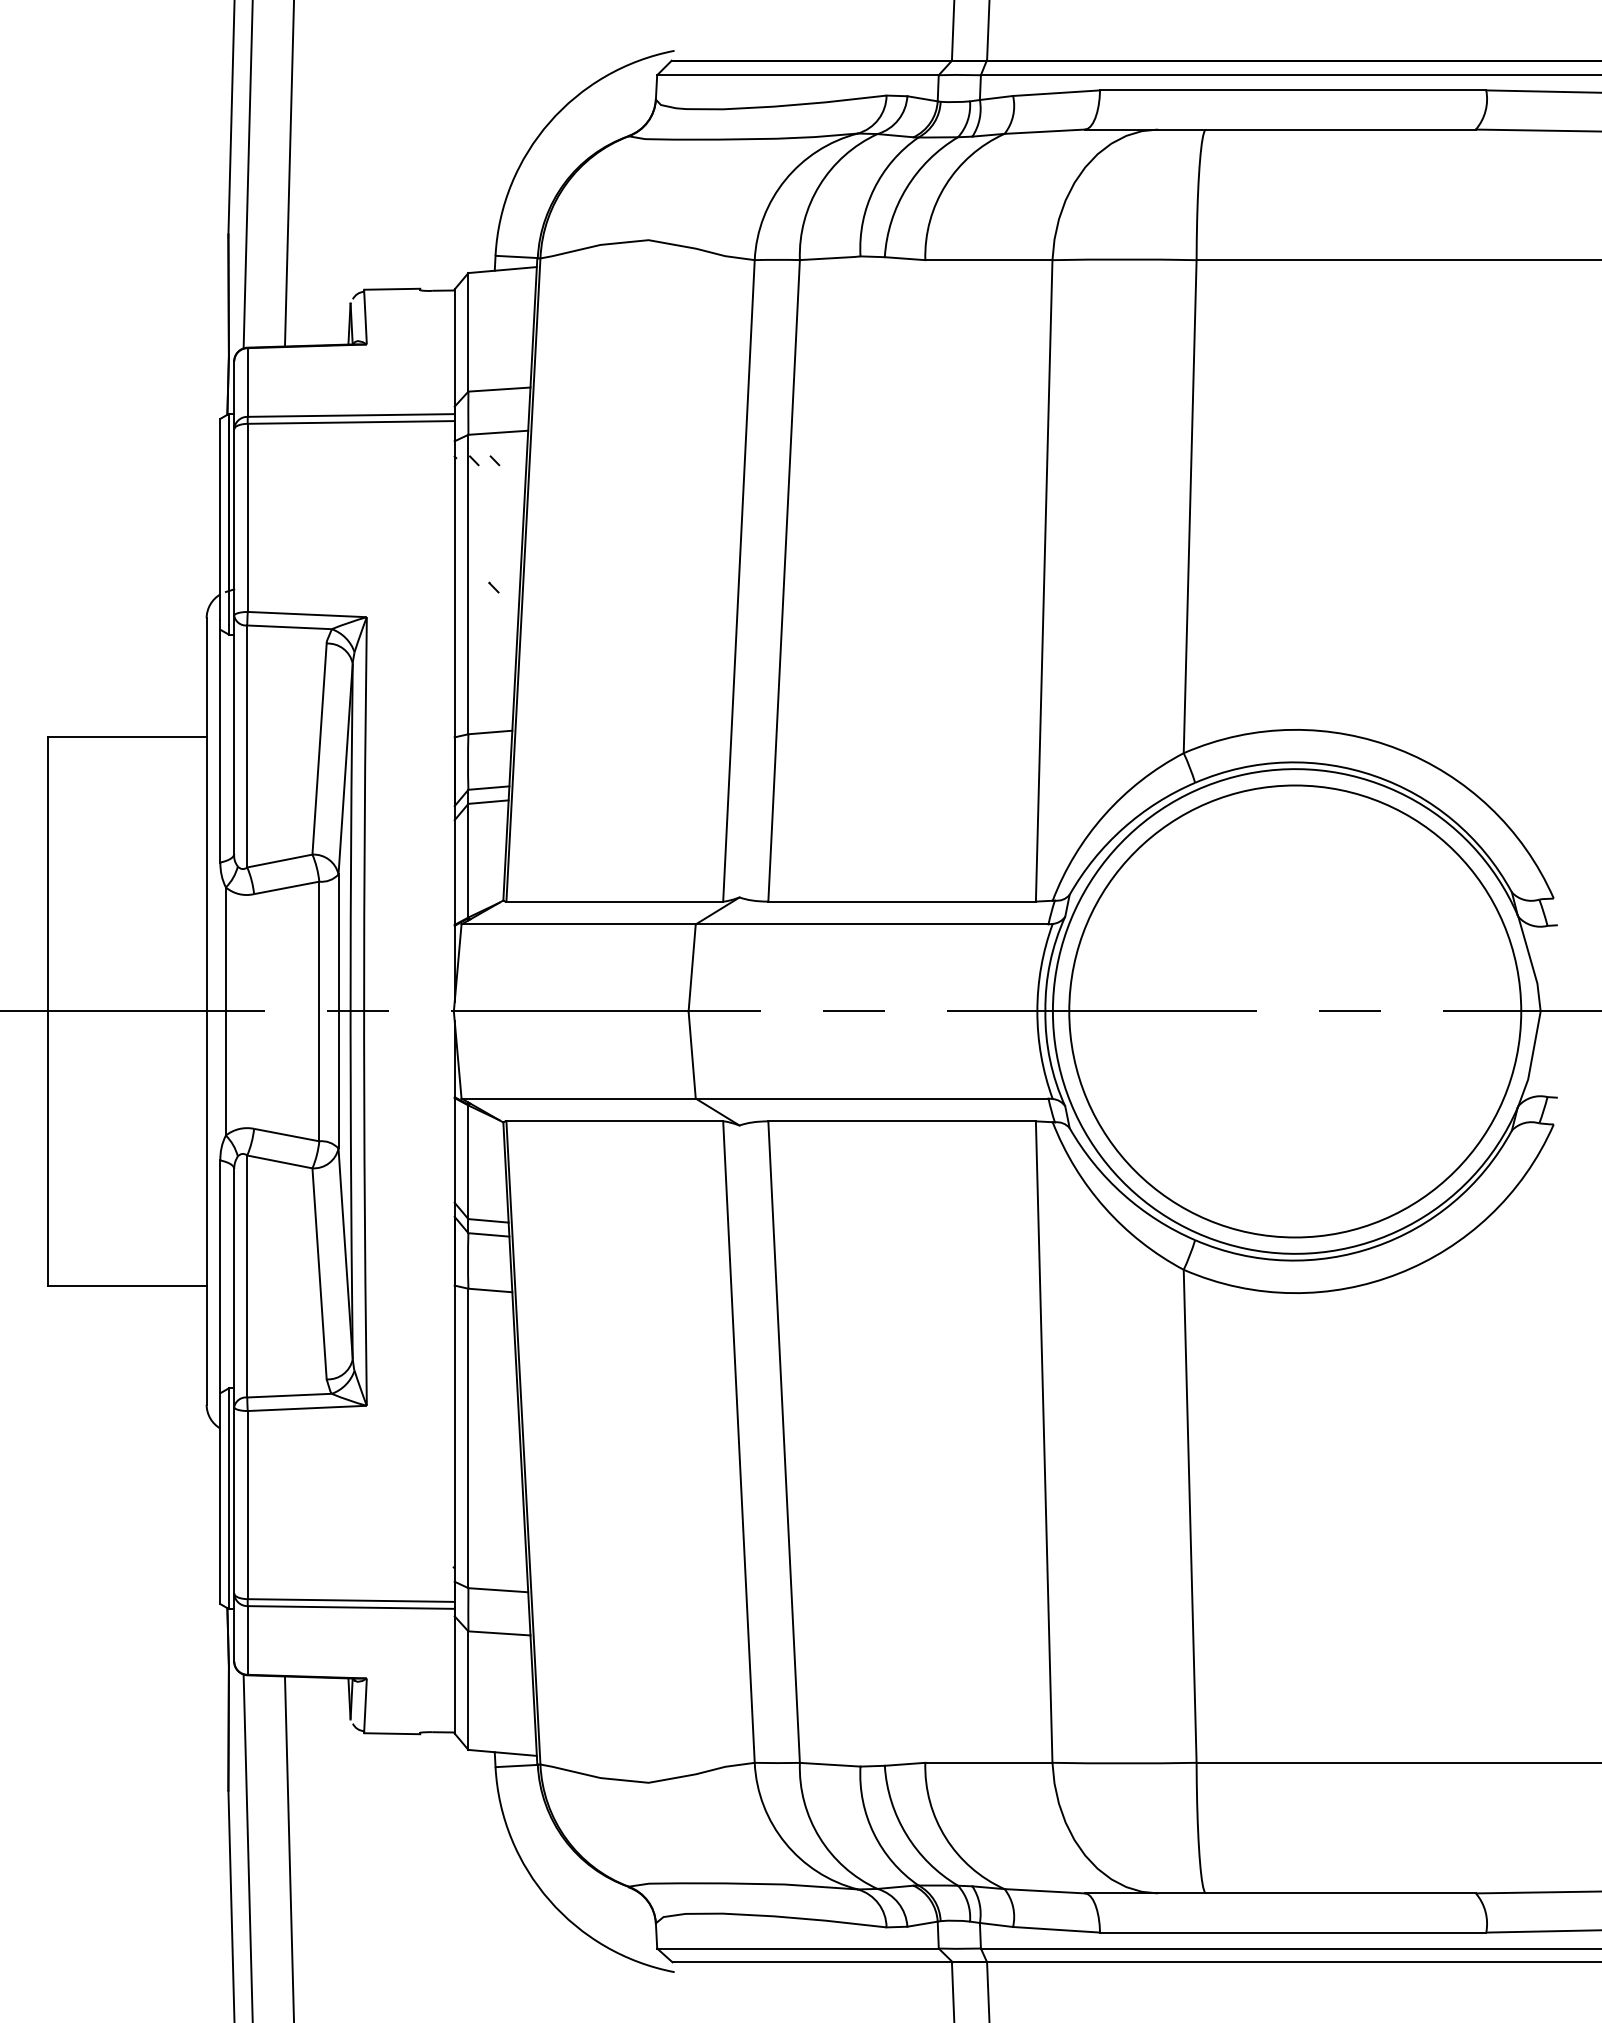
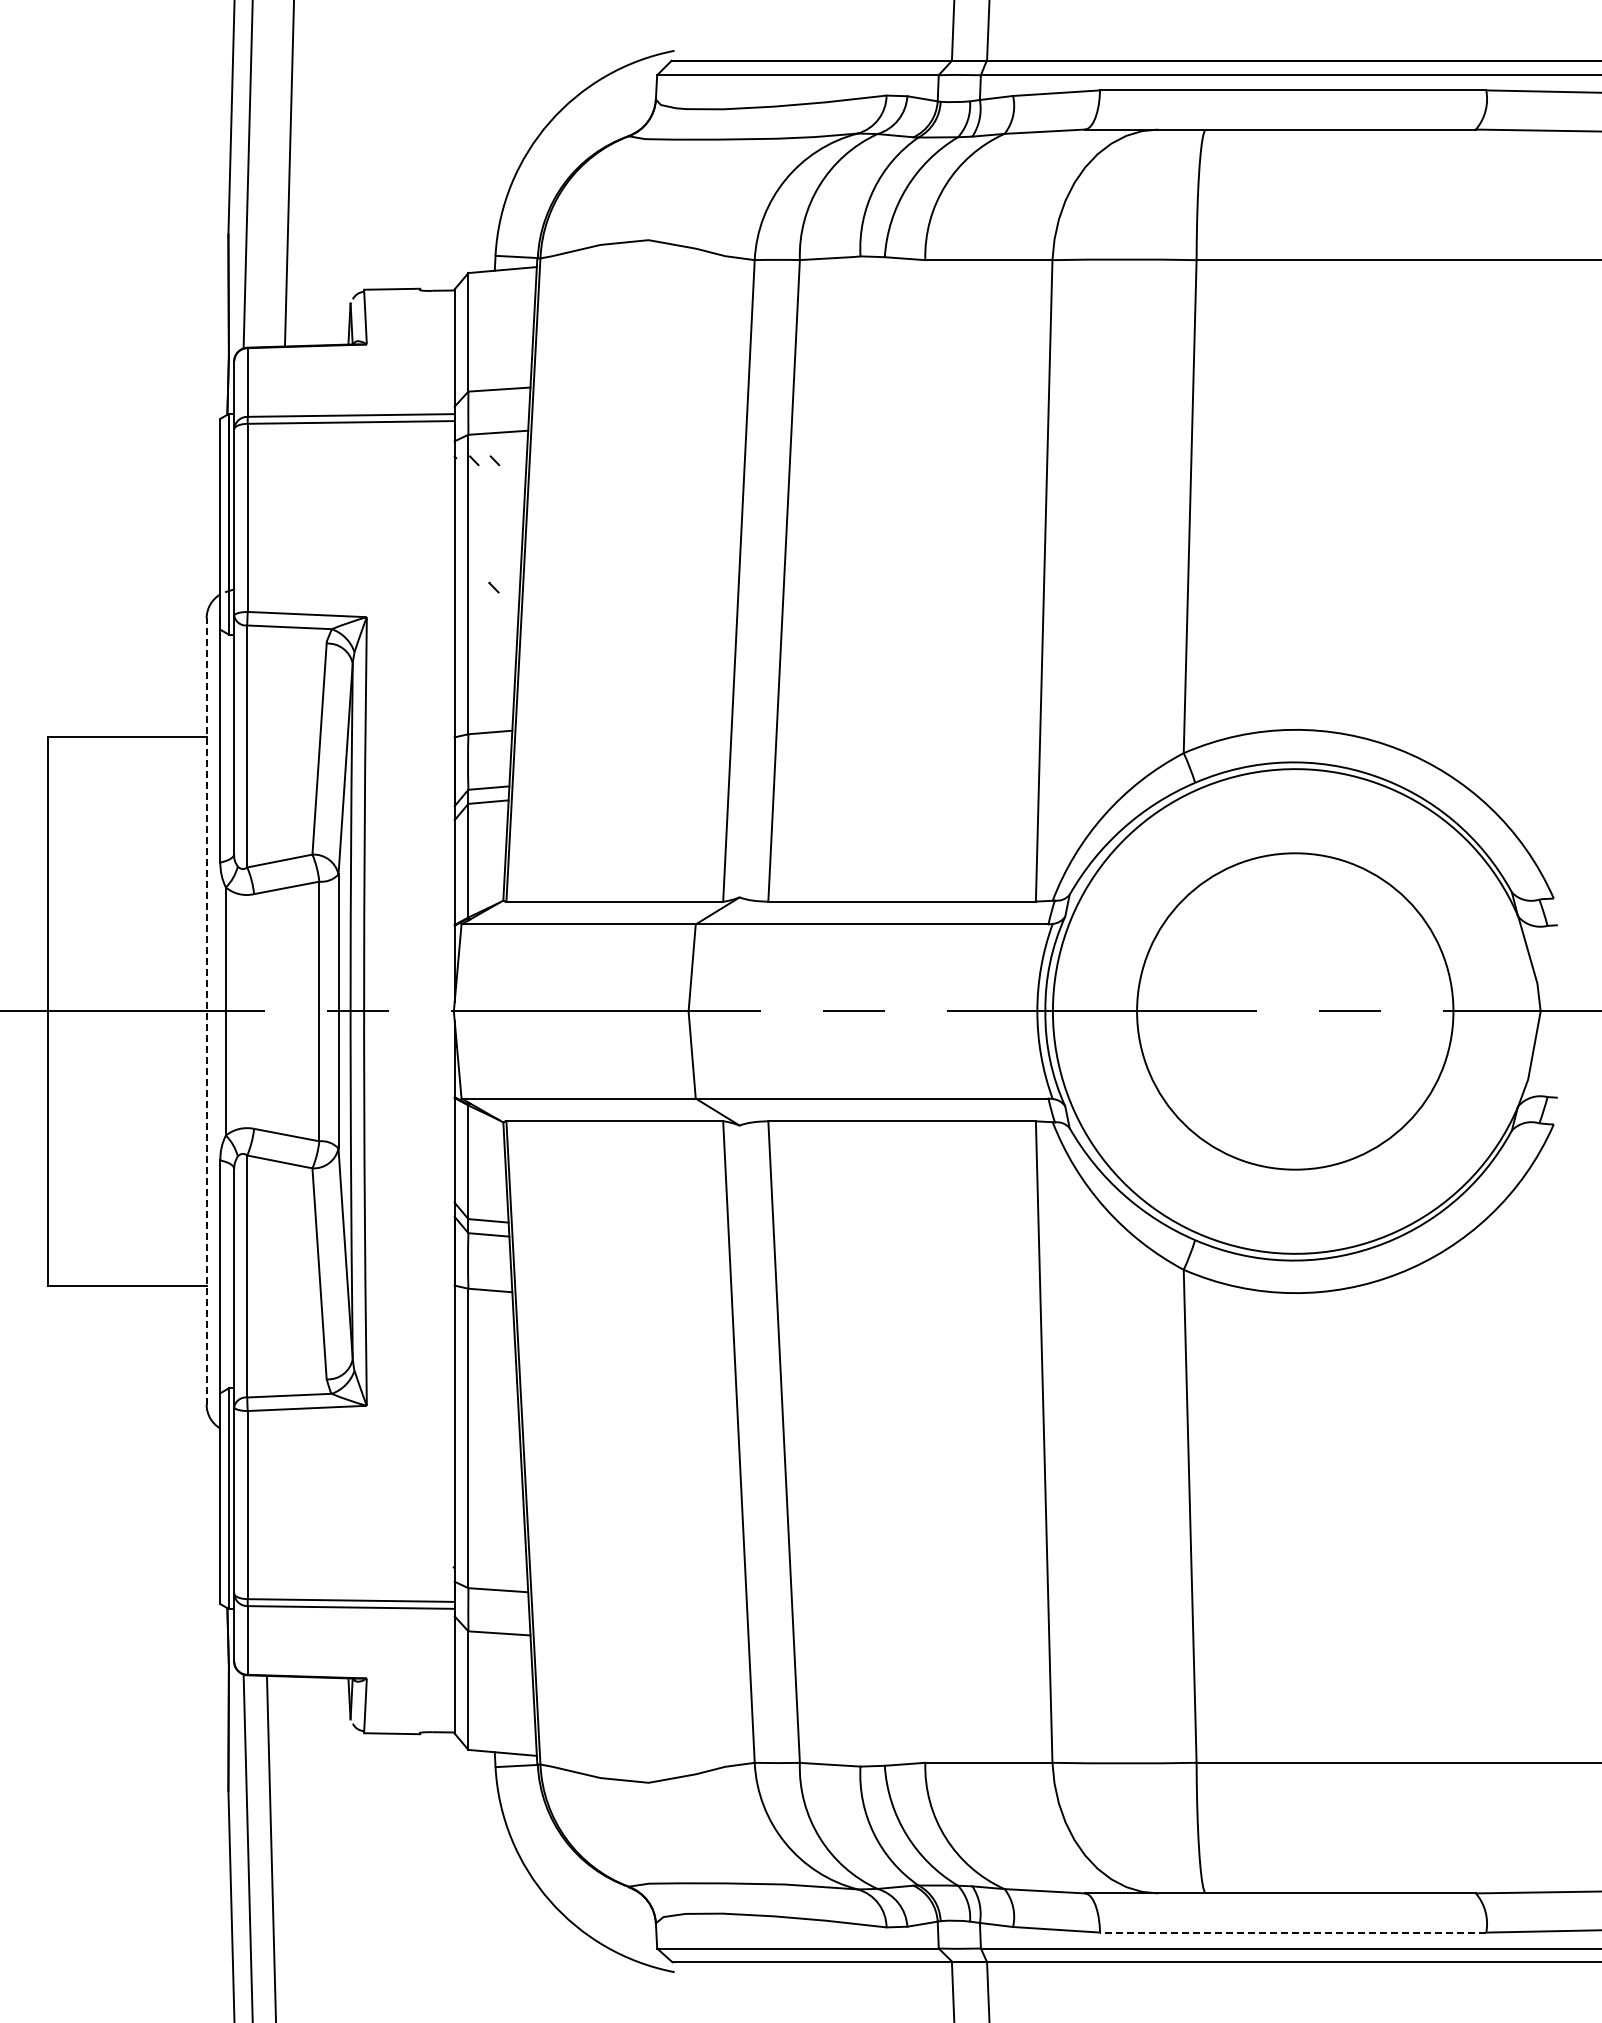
line at (206, 1011): solid -> dashed
circle at (1295, 1011) diameter: 452 px -> 316 px
line at (288, 1847) position: (288, 1847) -> (270, 1847)
line at (1292, 1932): solid -> dashed
